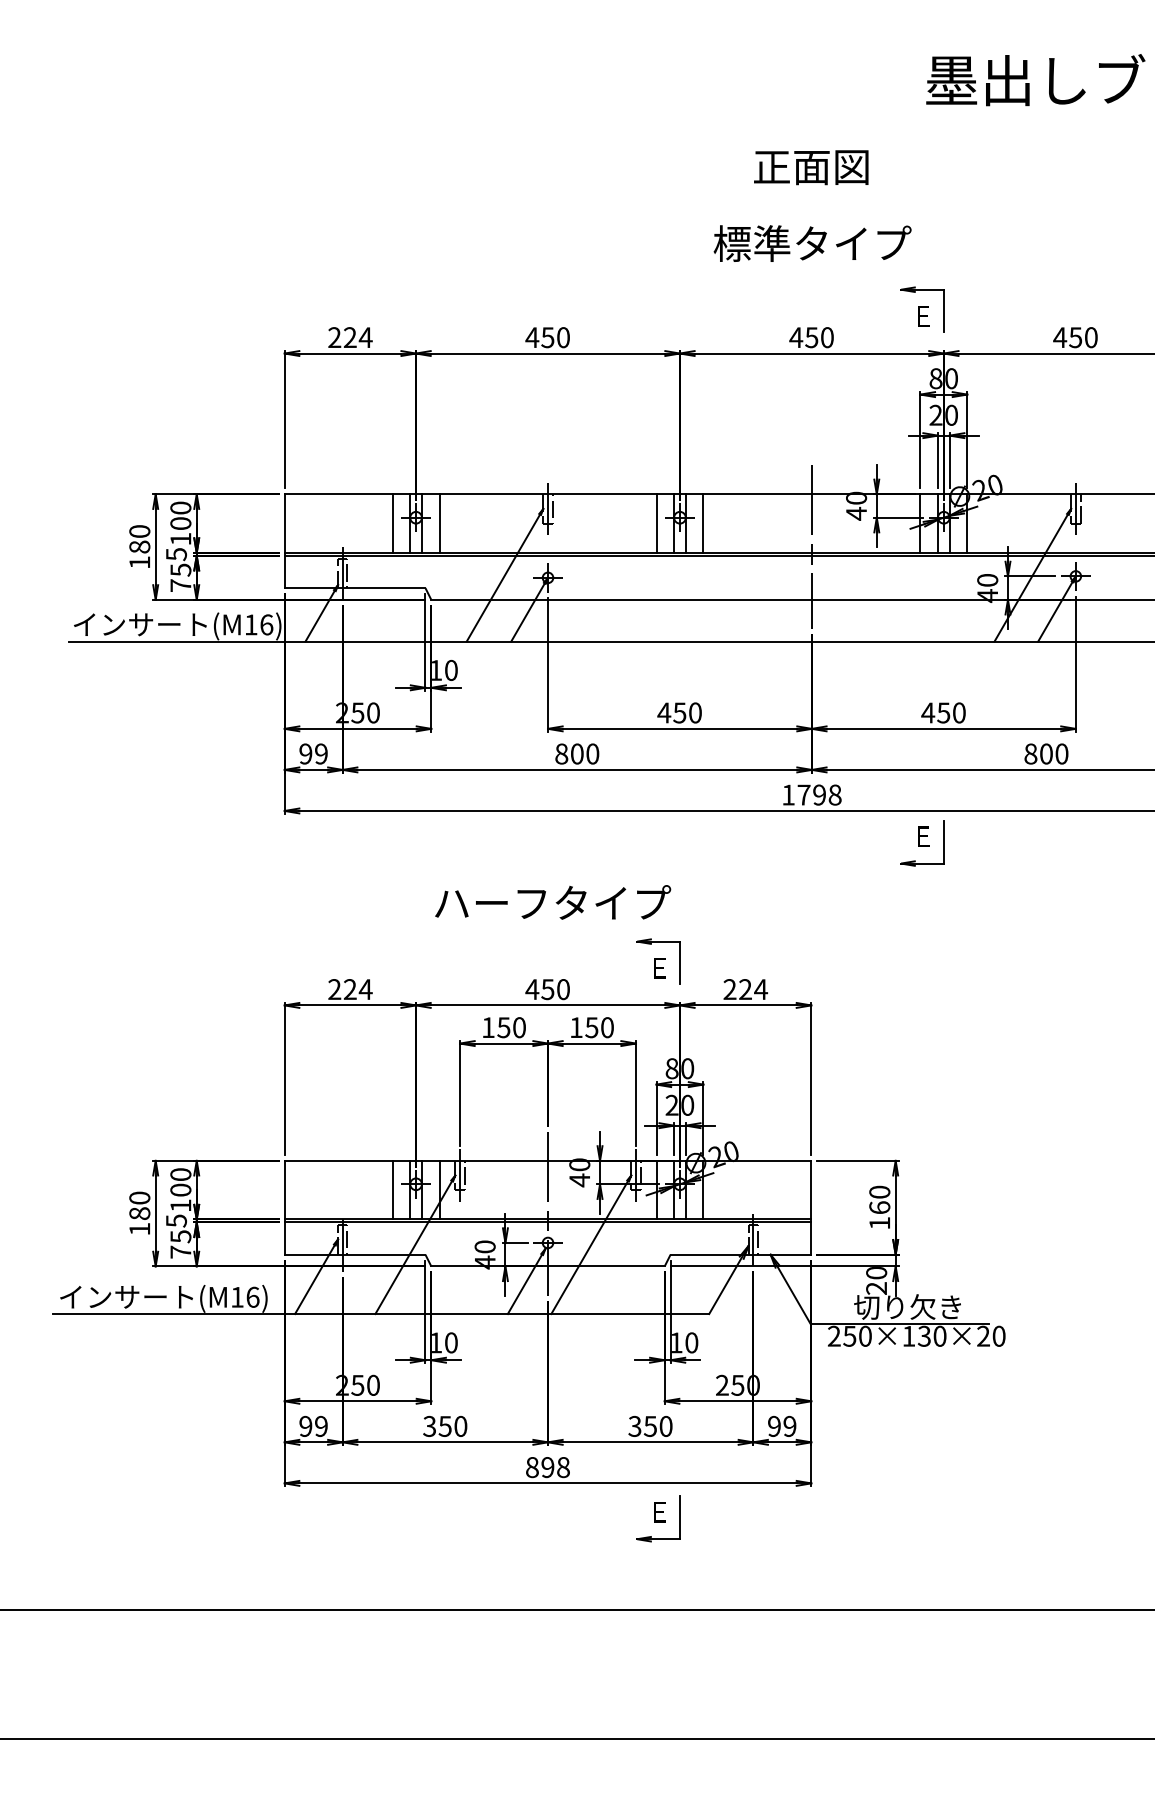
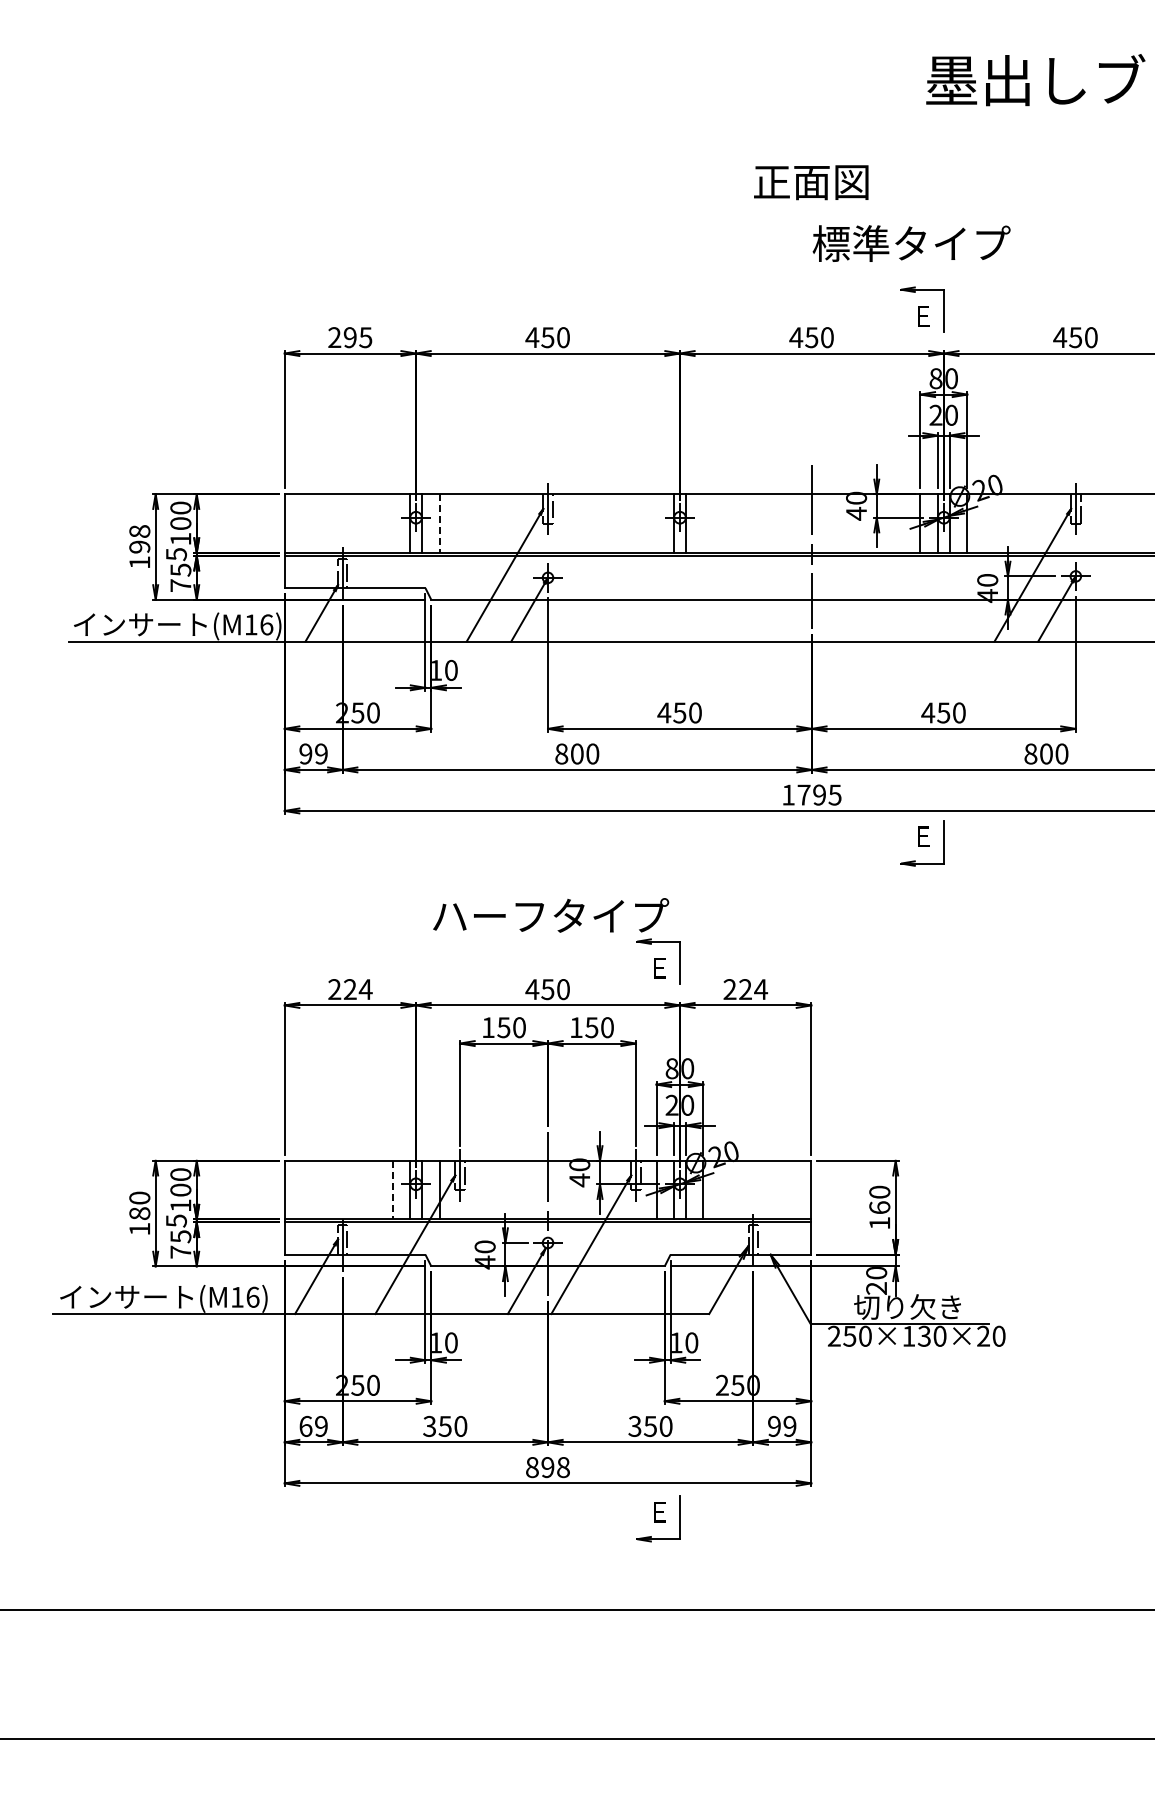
text at (811, 167) position: (811, 167) -> (811, 182)
text at (812, 243) position: (812, 243) -> (911, 243)
text at (357, 337): 224 -> 295
line at (392, 523): present -> none
line at (656, 523): present -> none
line at (703, 523): present -> none
line at (439, 524): solid -> dashed
text at (139, 539): 180 -> 198
text at (834, 794): 1798 -> 1795
text at (553, 902) position: (553, 902) -> (551, 915)
line at (392, 1190): solid -> dashed
text at (305, 1425): 99 -> 69
